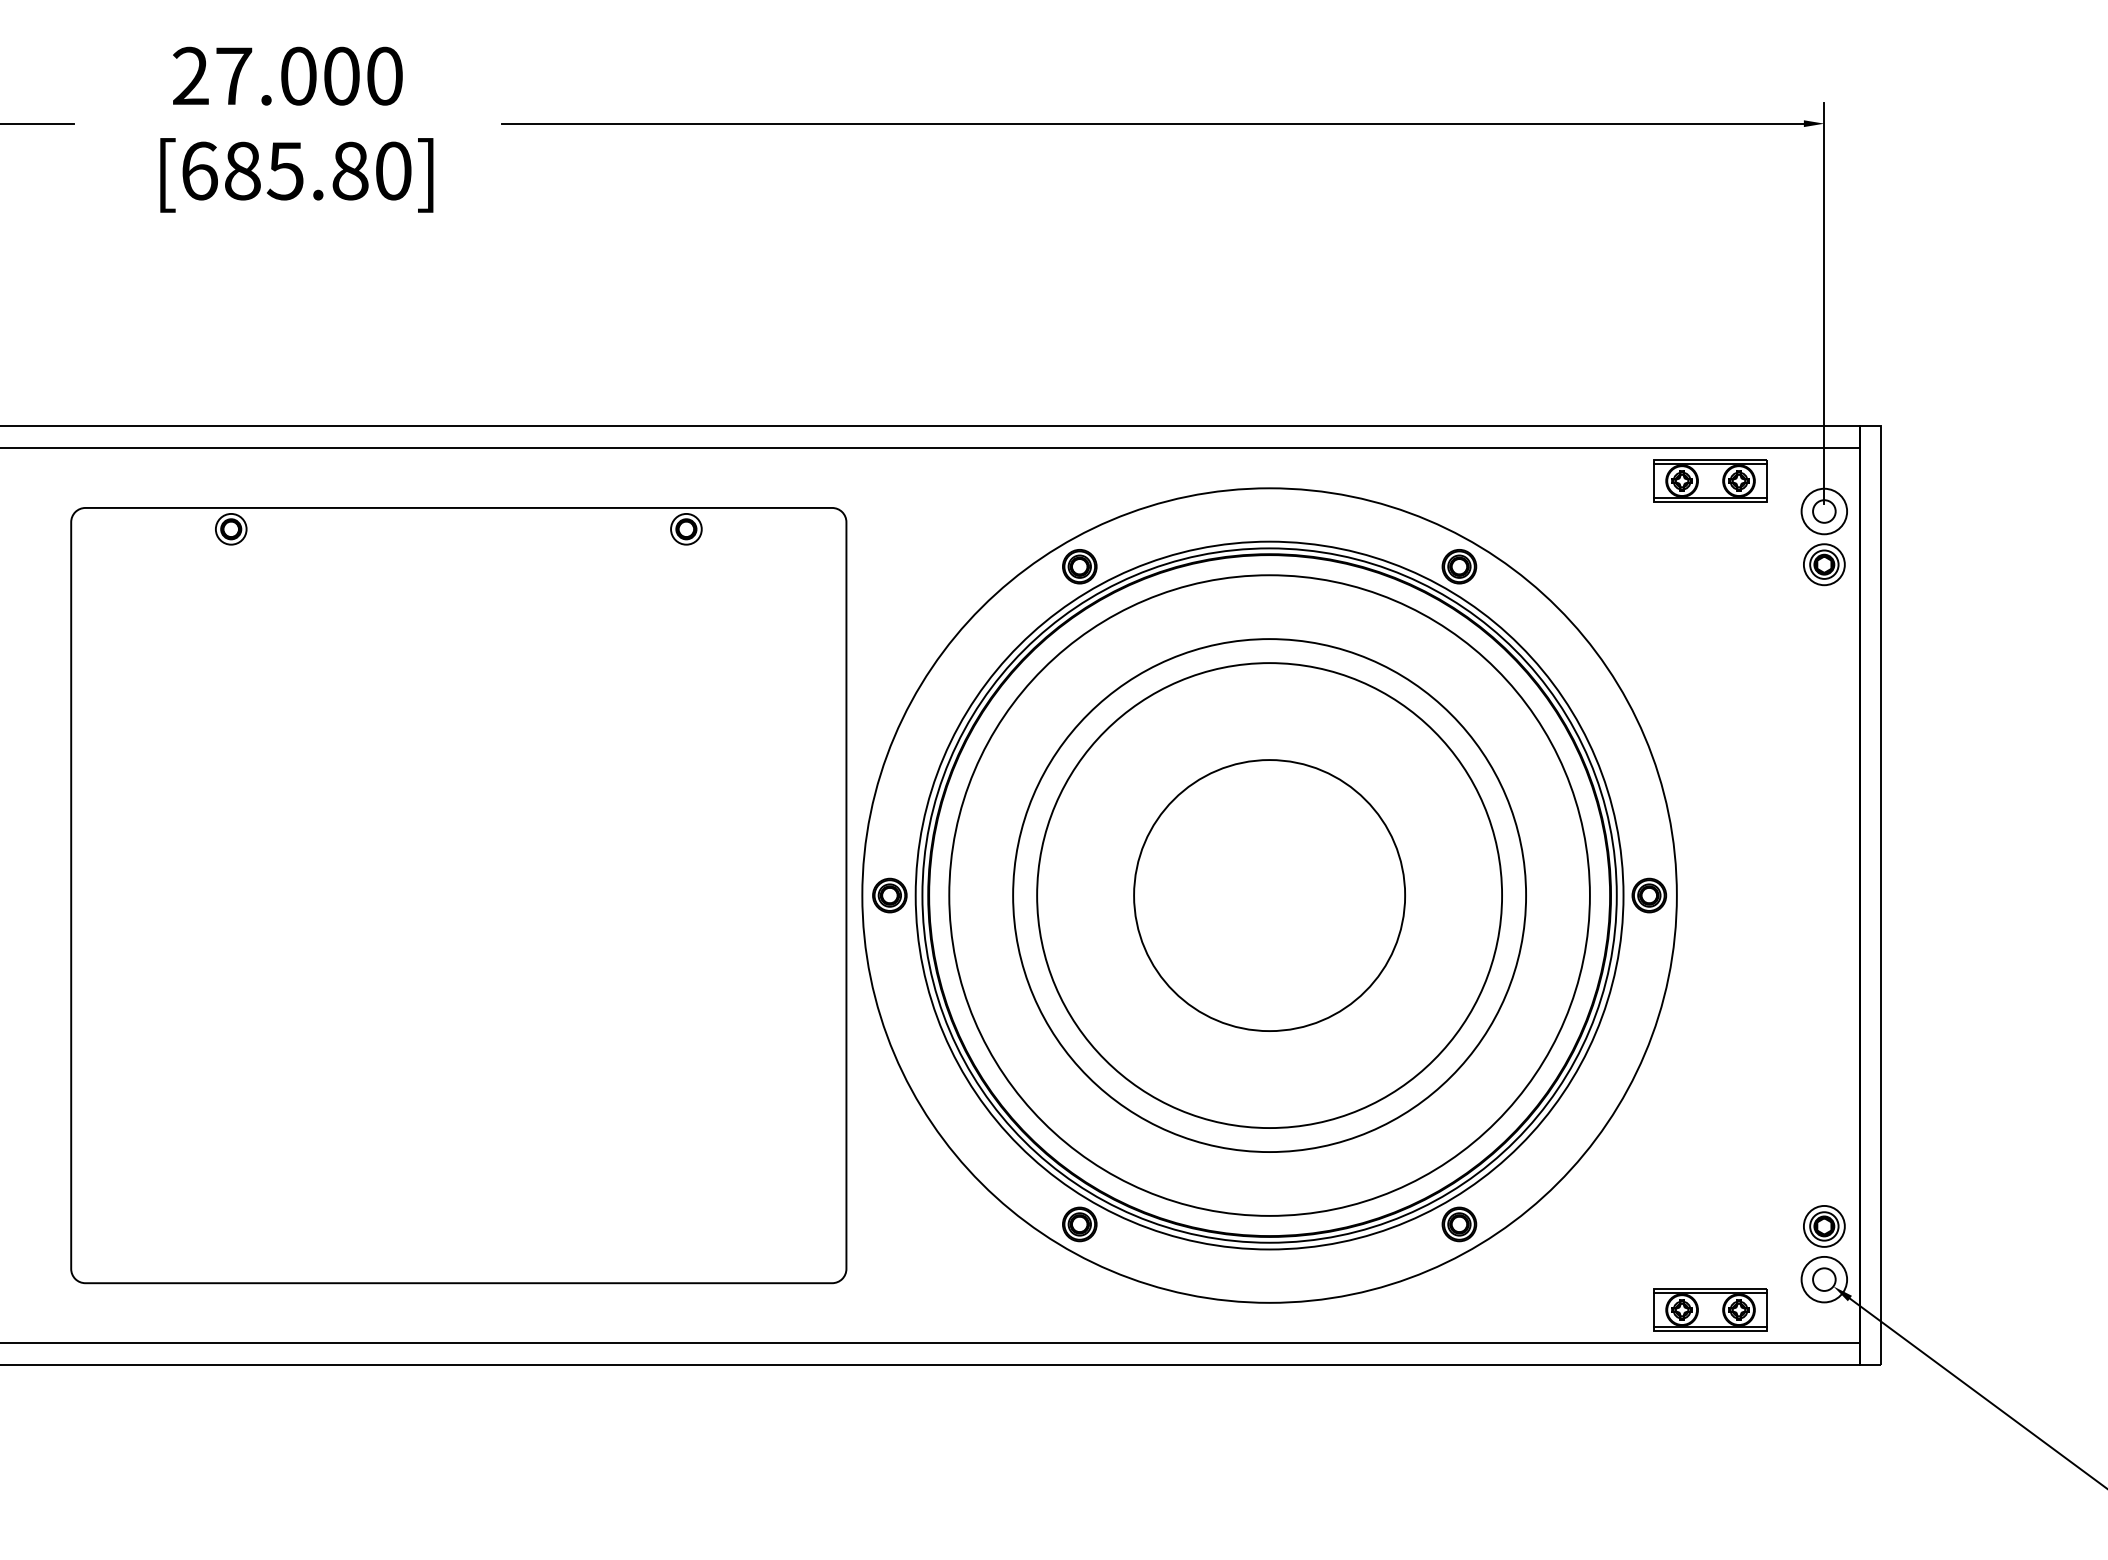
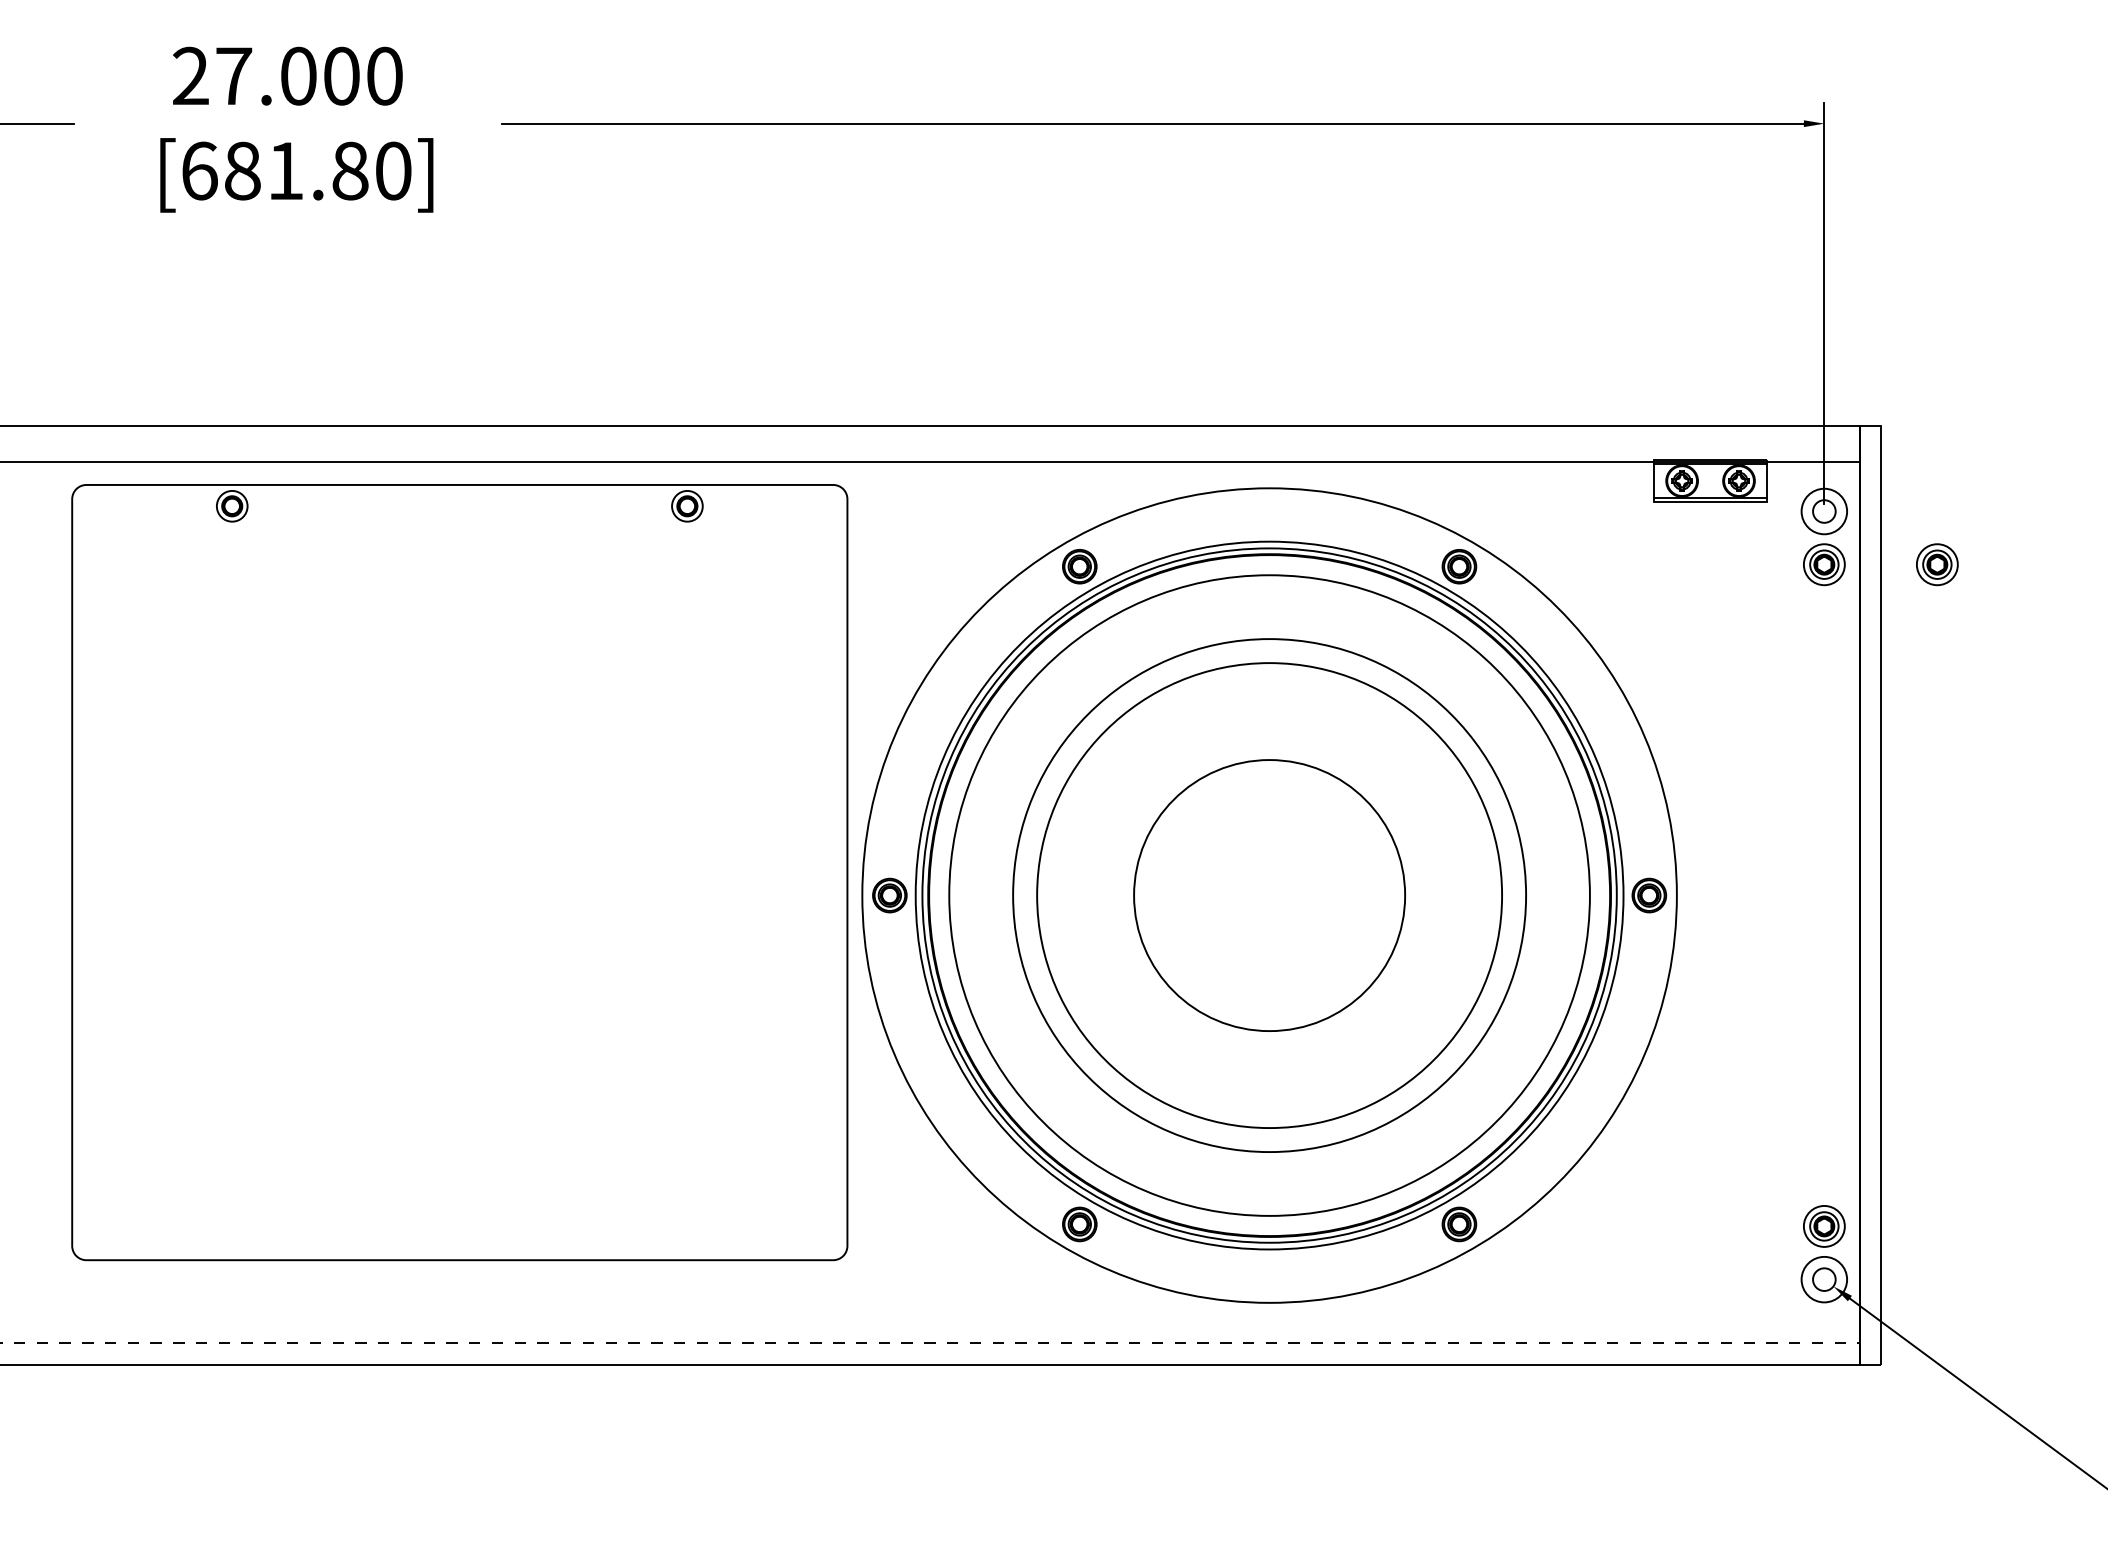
text at (285, 171): [685.80] -> [681.80]
line at (930, 447) position: (930, 447) -> (930, 461)
part at (1937, 564): none -> present
part at (458, 895) position: (458, 895) -> (459, 872)
part at (1710, 1309): present -> none
line at (929, 1343): solid -> dashed
